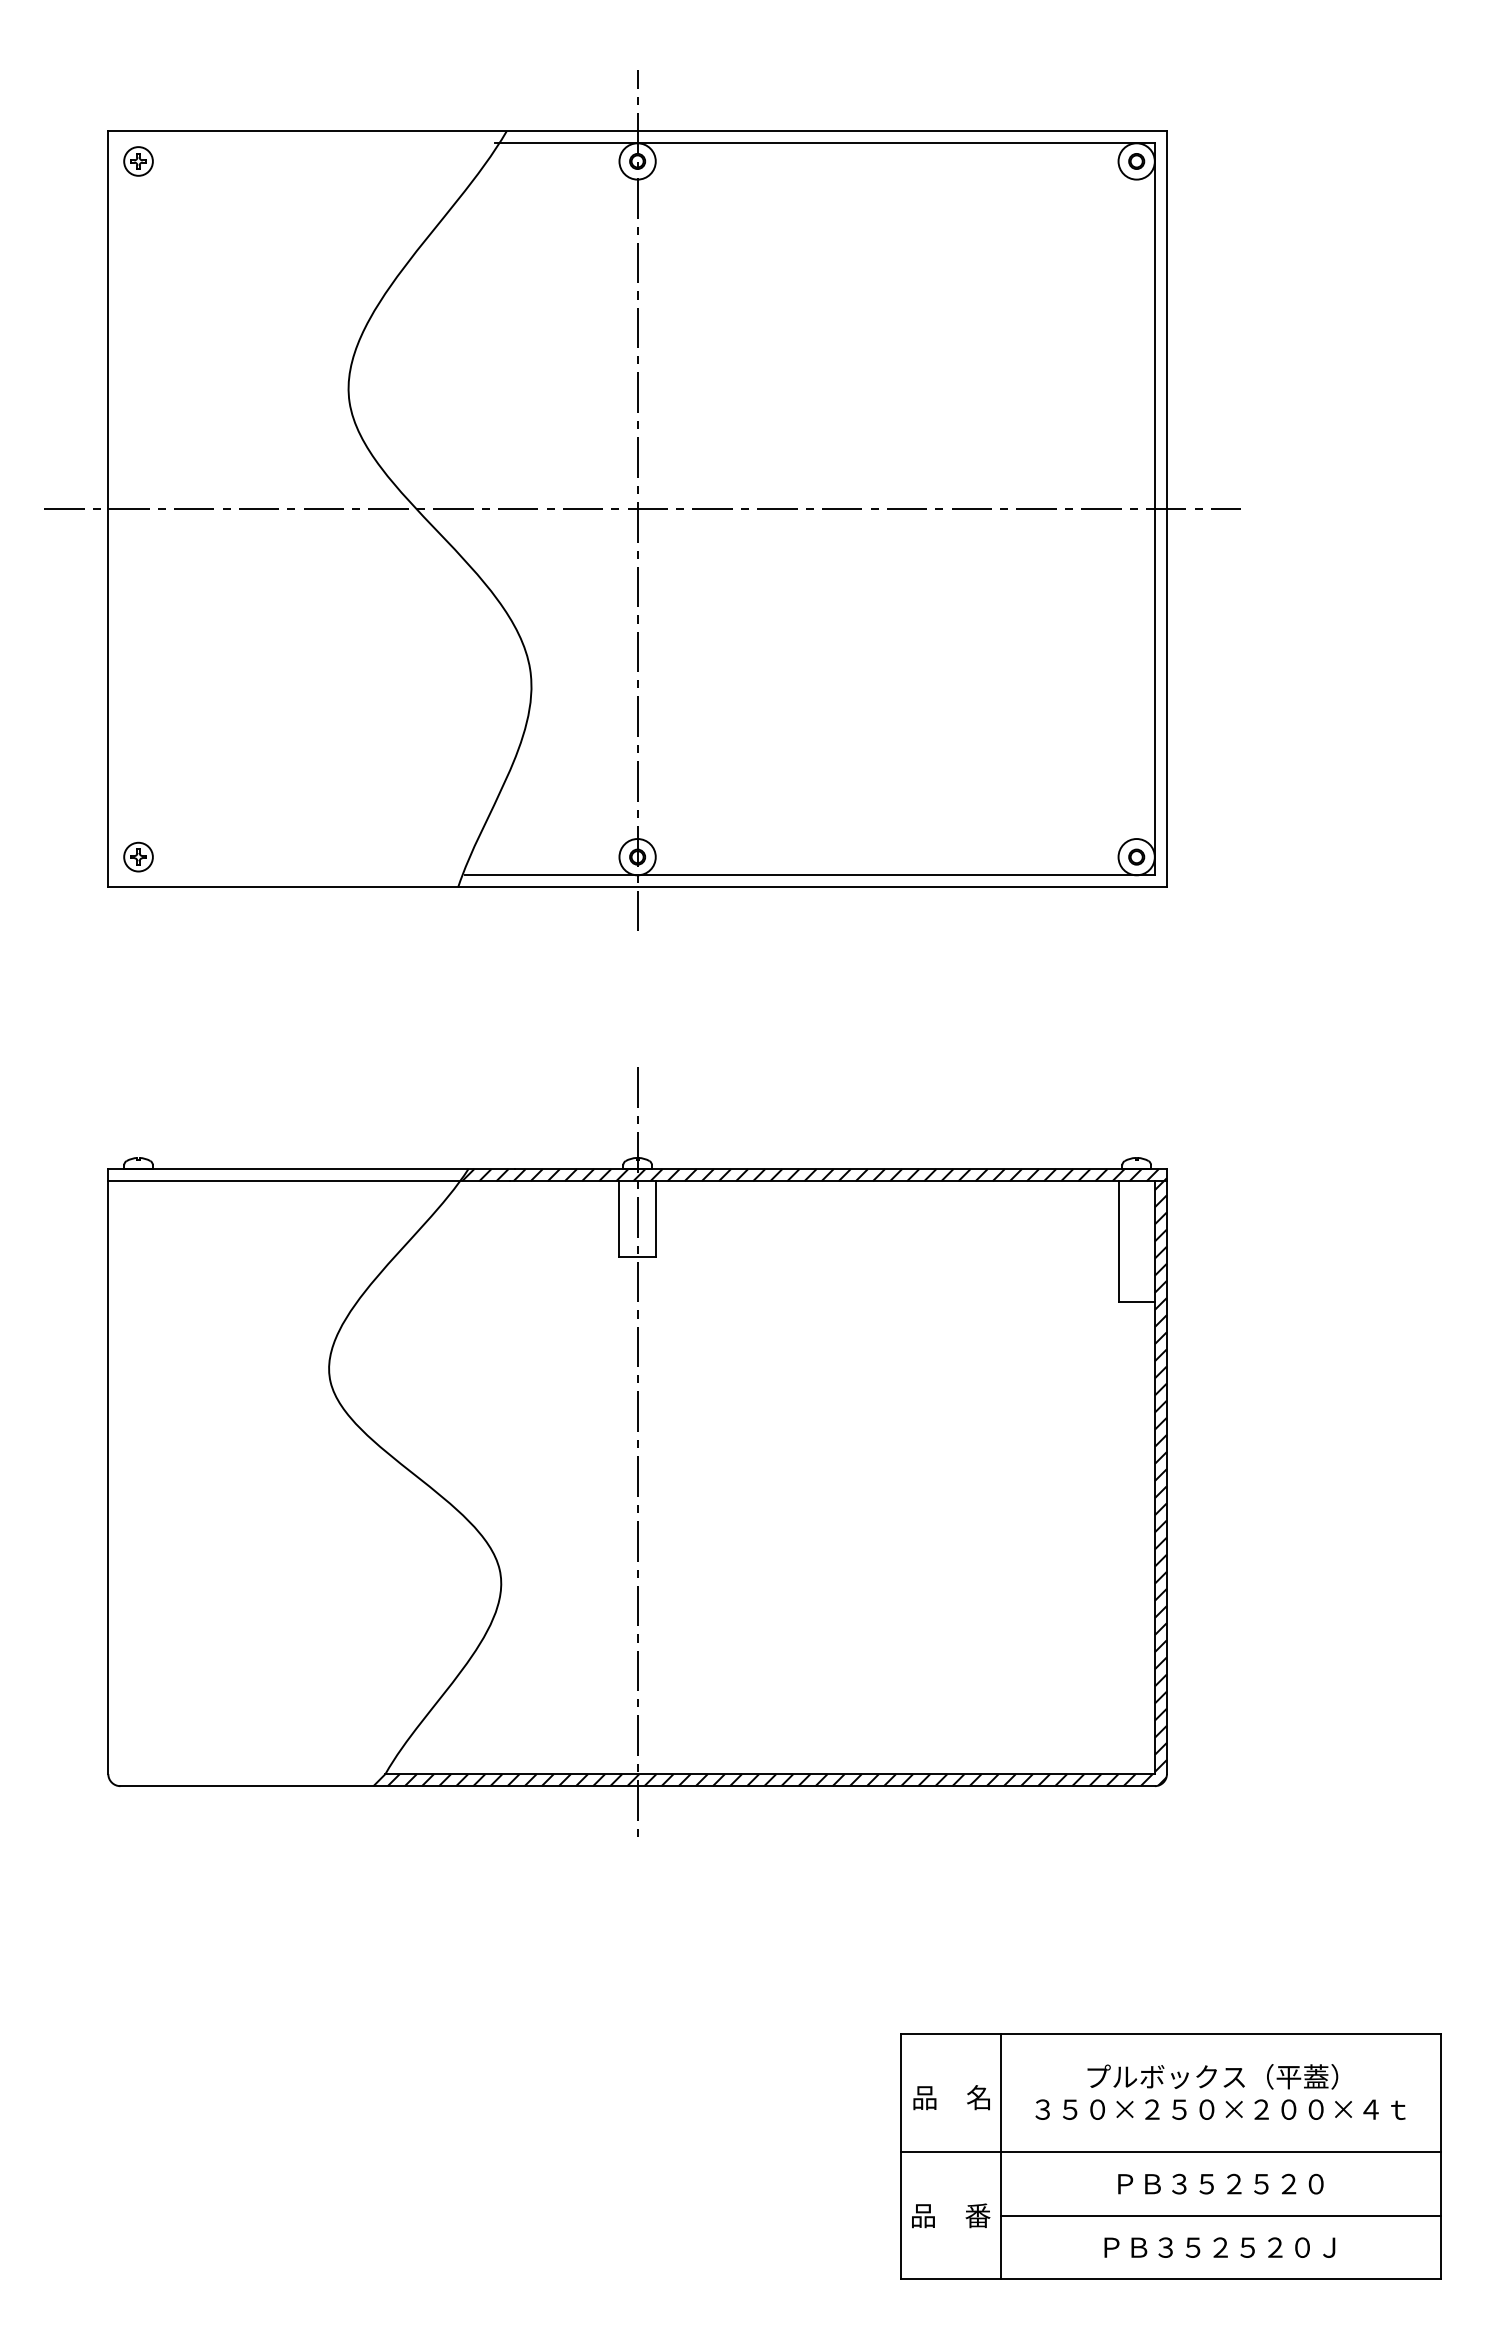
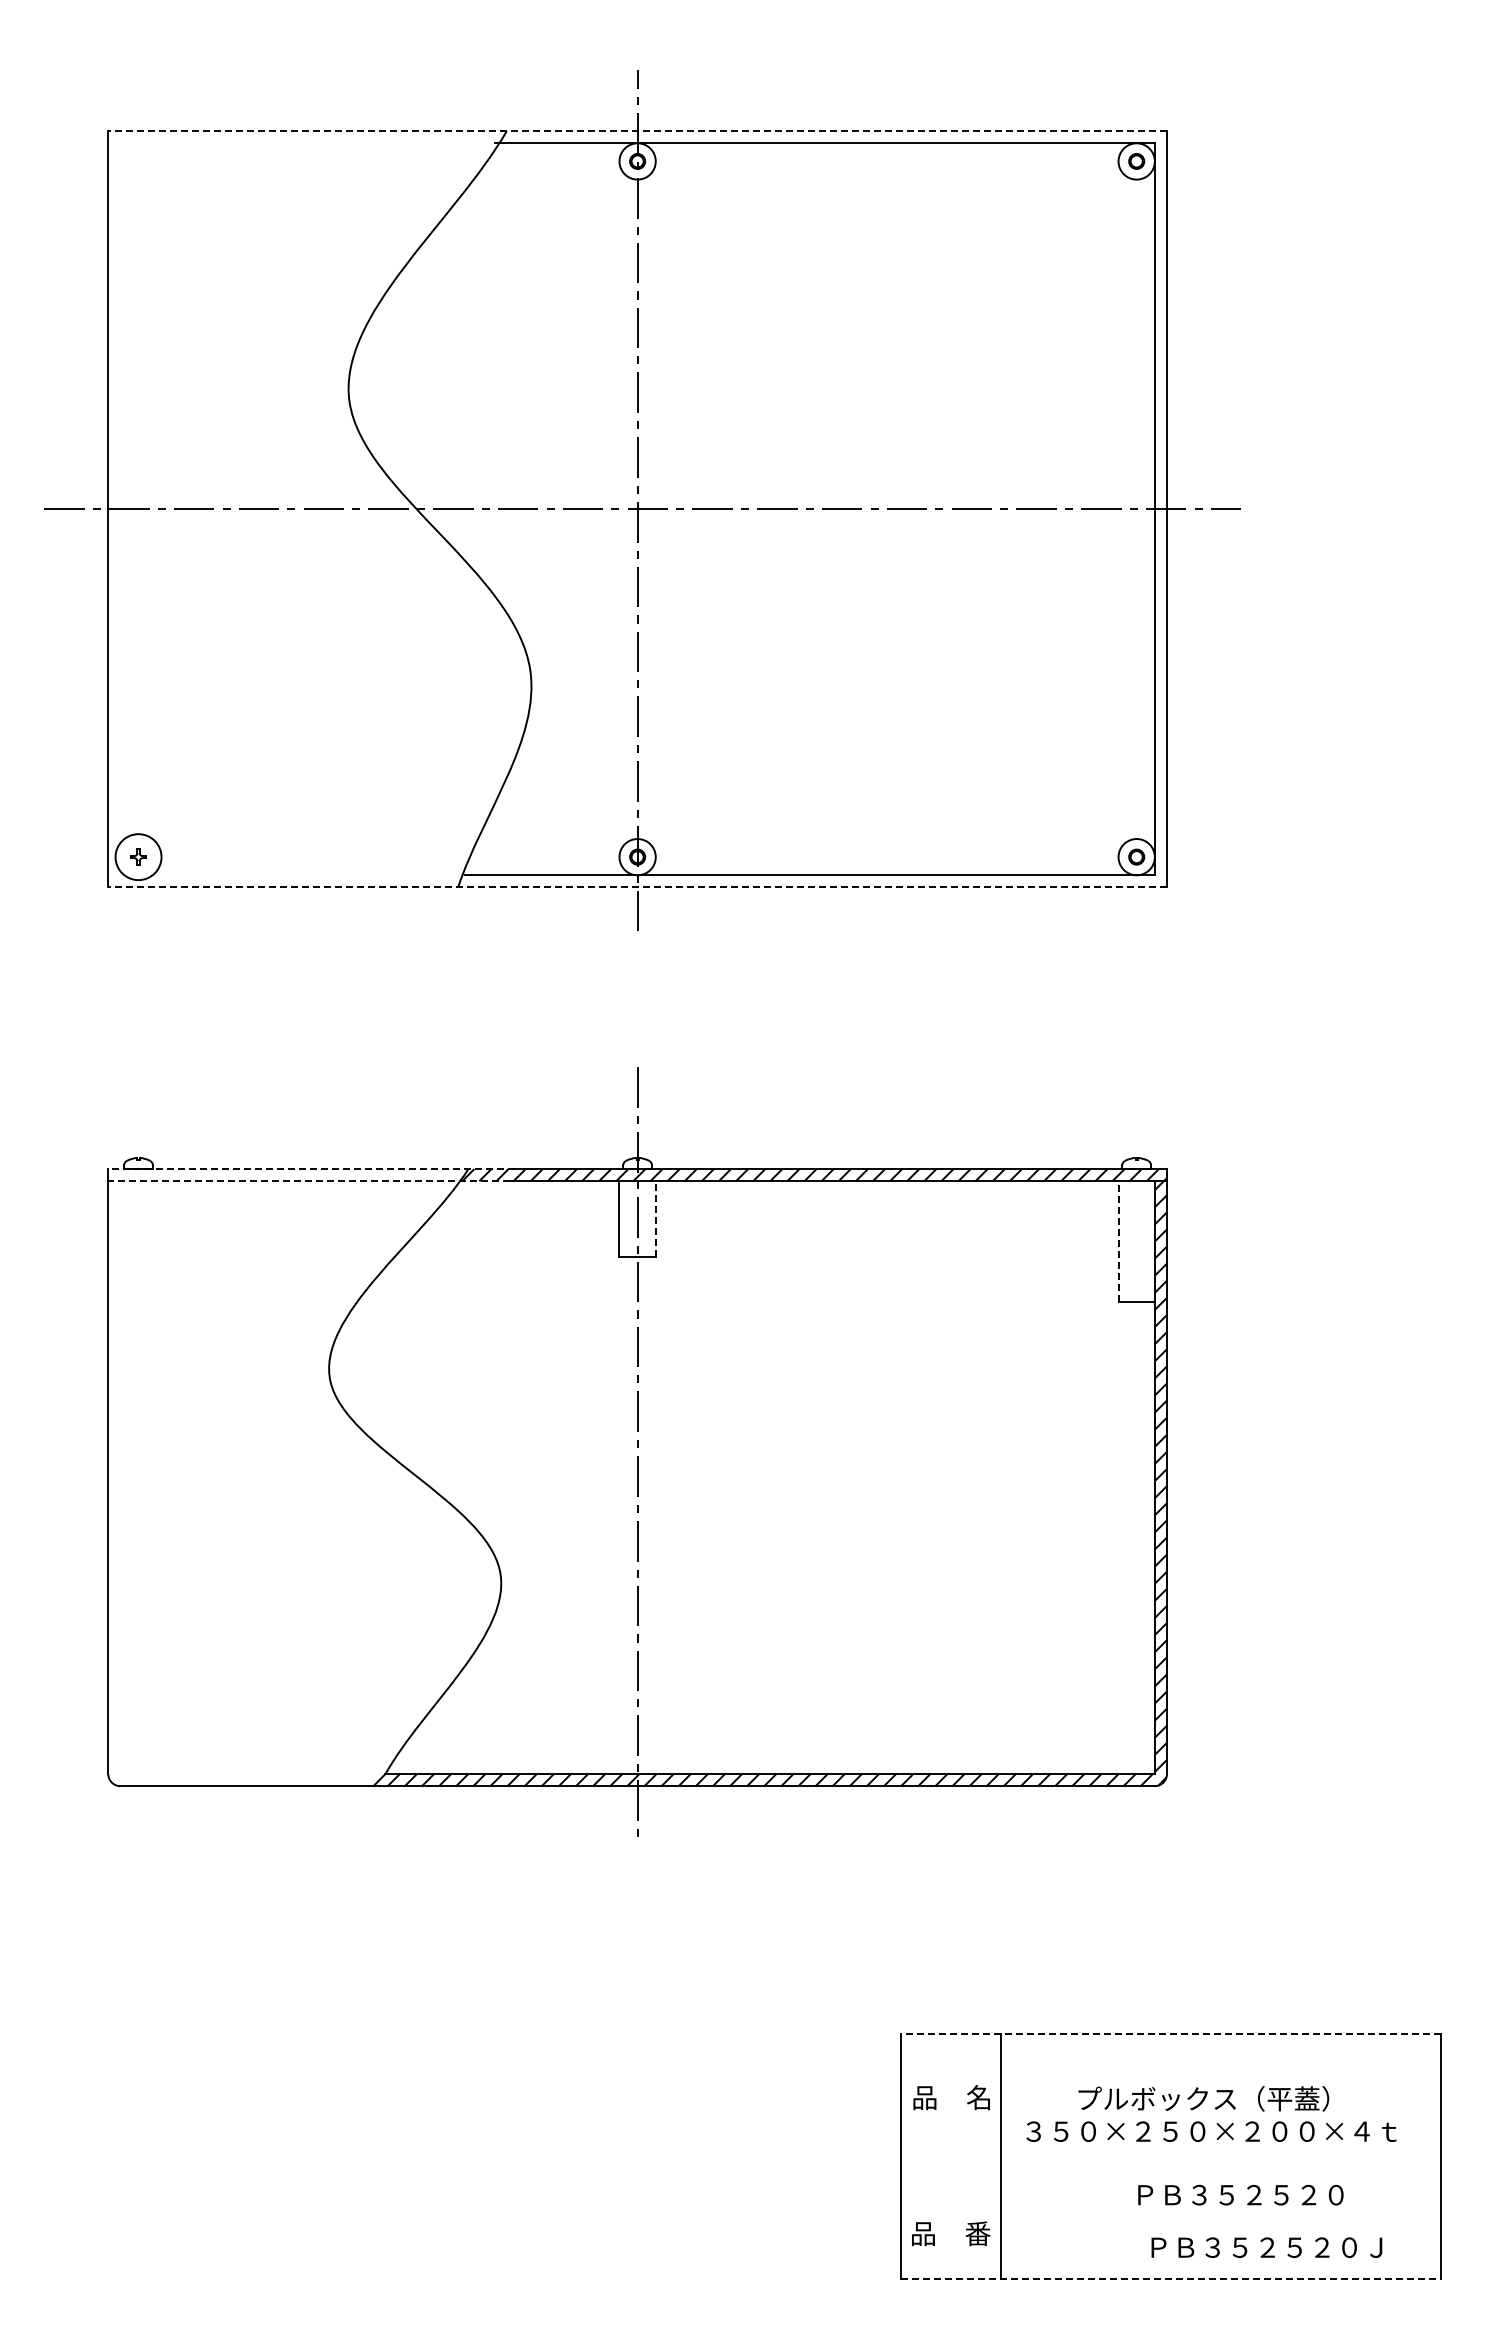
line at (637, 131): solid -> dashed
part at (138, 161): present -> none
circle at (138, 856) diameter: 29 px -> 46 px
line at (637, 887): solid -> dashed
line at (311, 1169): solid -> dashed
line at (308, 1181): solid -> dashed
line at (655, 1219): solid -> dashed
line at (1118, 1241): solid -> dashed
line at (1170, 2034): solid -> dashed
text at (1220, 2091) position: (1220, 2091) -> (1211, 2113)
line at (1170, 2152): present -> none
text at (1220, 2183) position: (1220, 2183) -> (1240, 2194)
text at (951, 2215) position: (951, 2215) -> (951, 2233)
line at (1220, 2215): present -> none
text at (1219, 2247) position: (1219, 2247) -> (1266, 2247)
line at (1170, 2279): solid -> dashed
